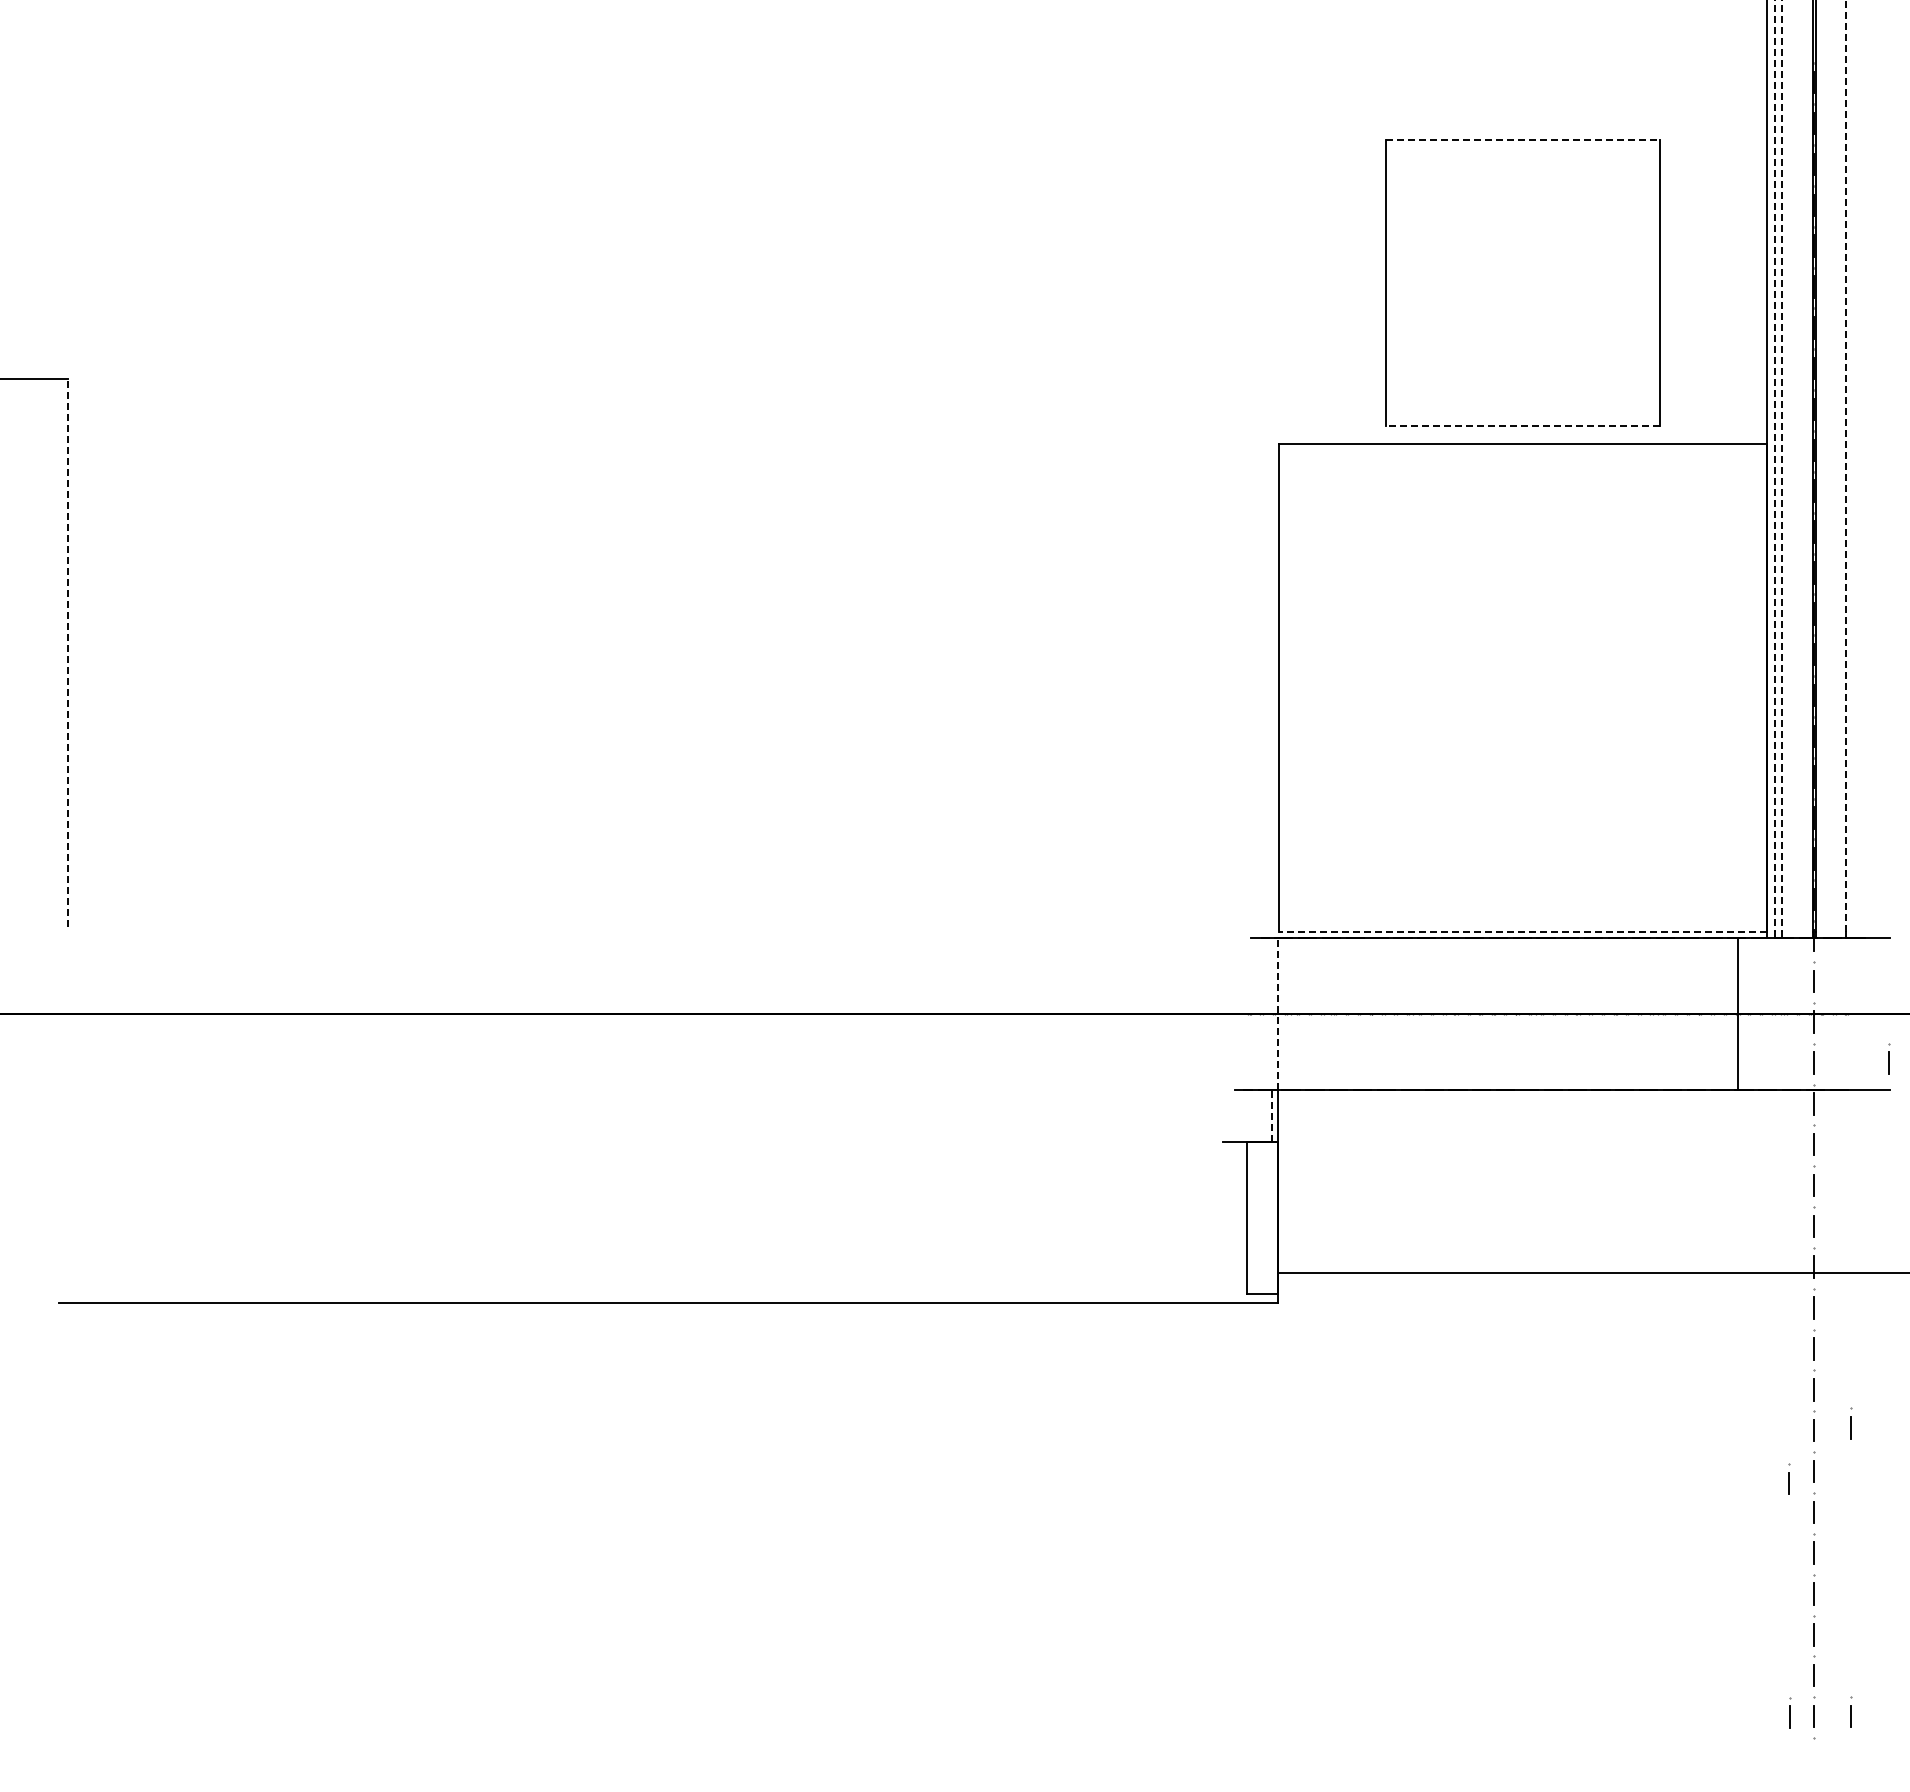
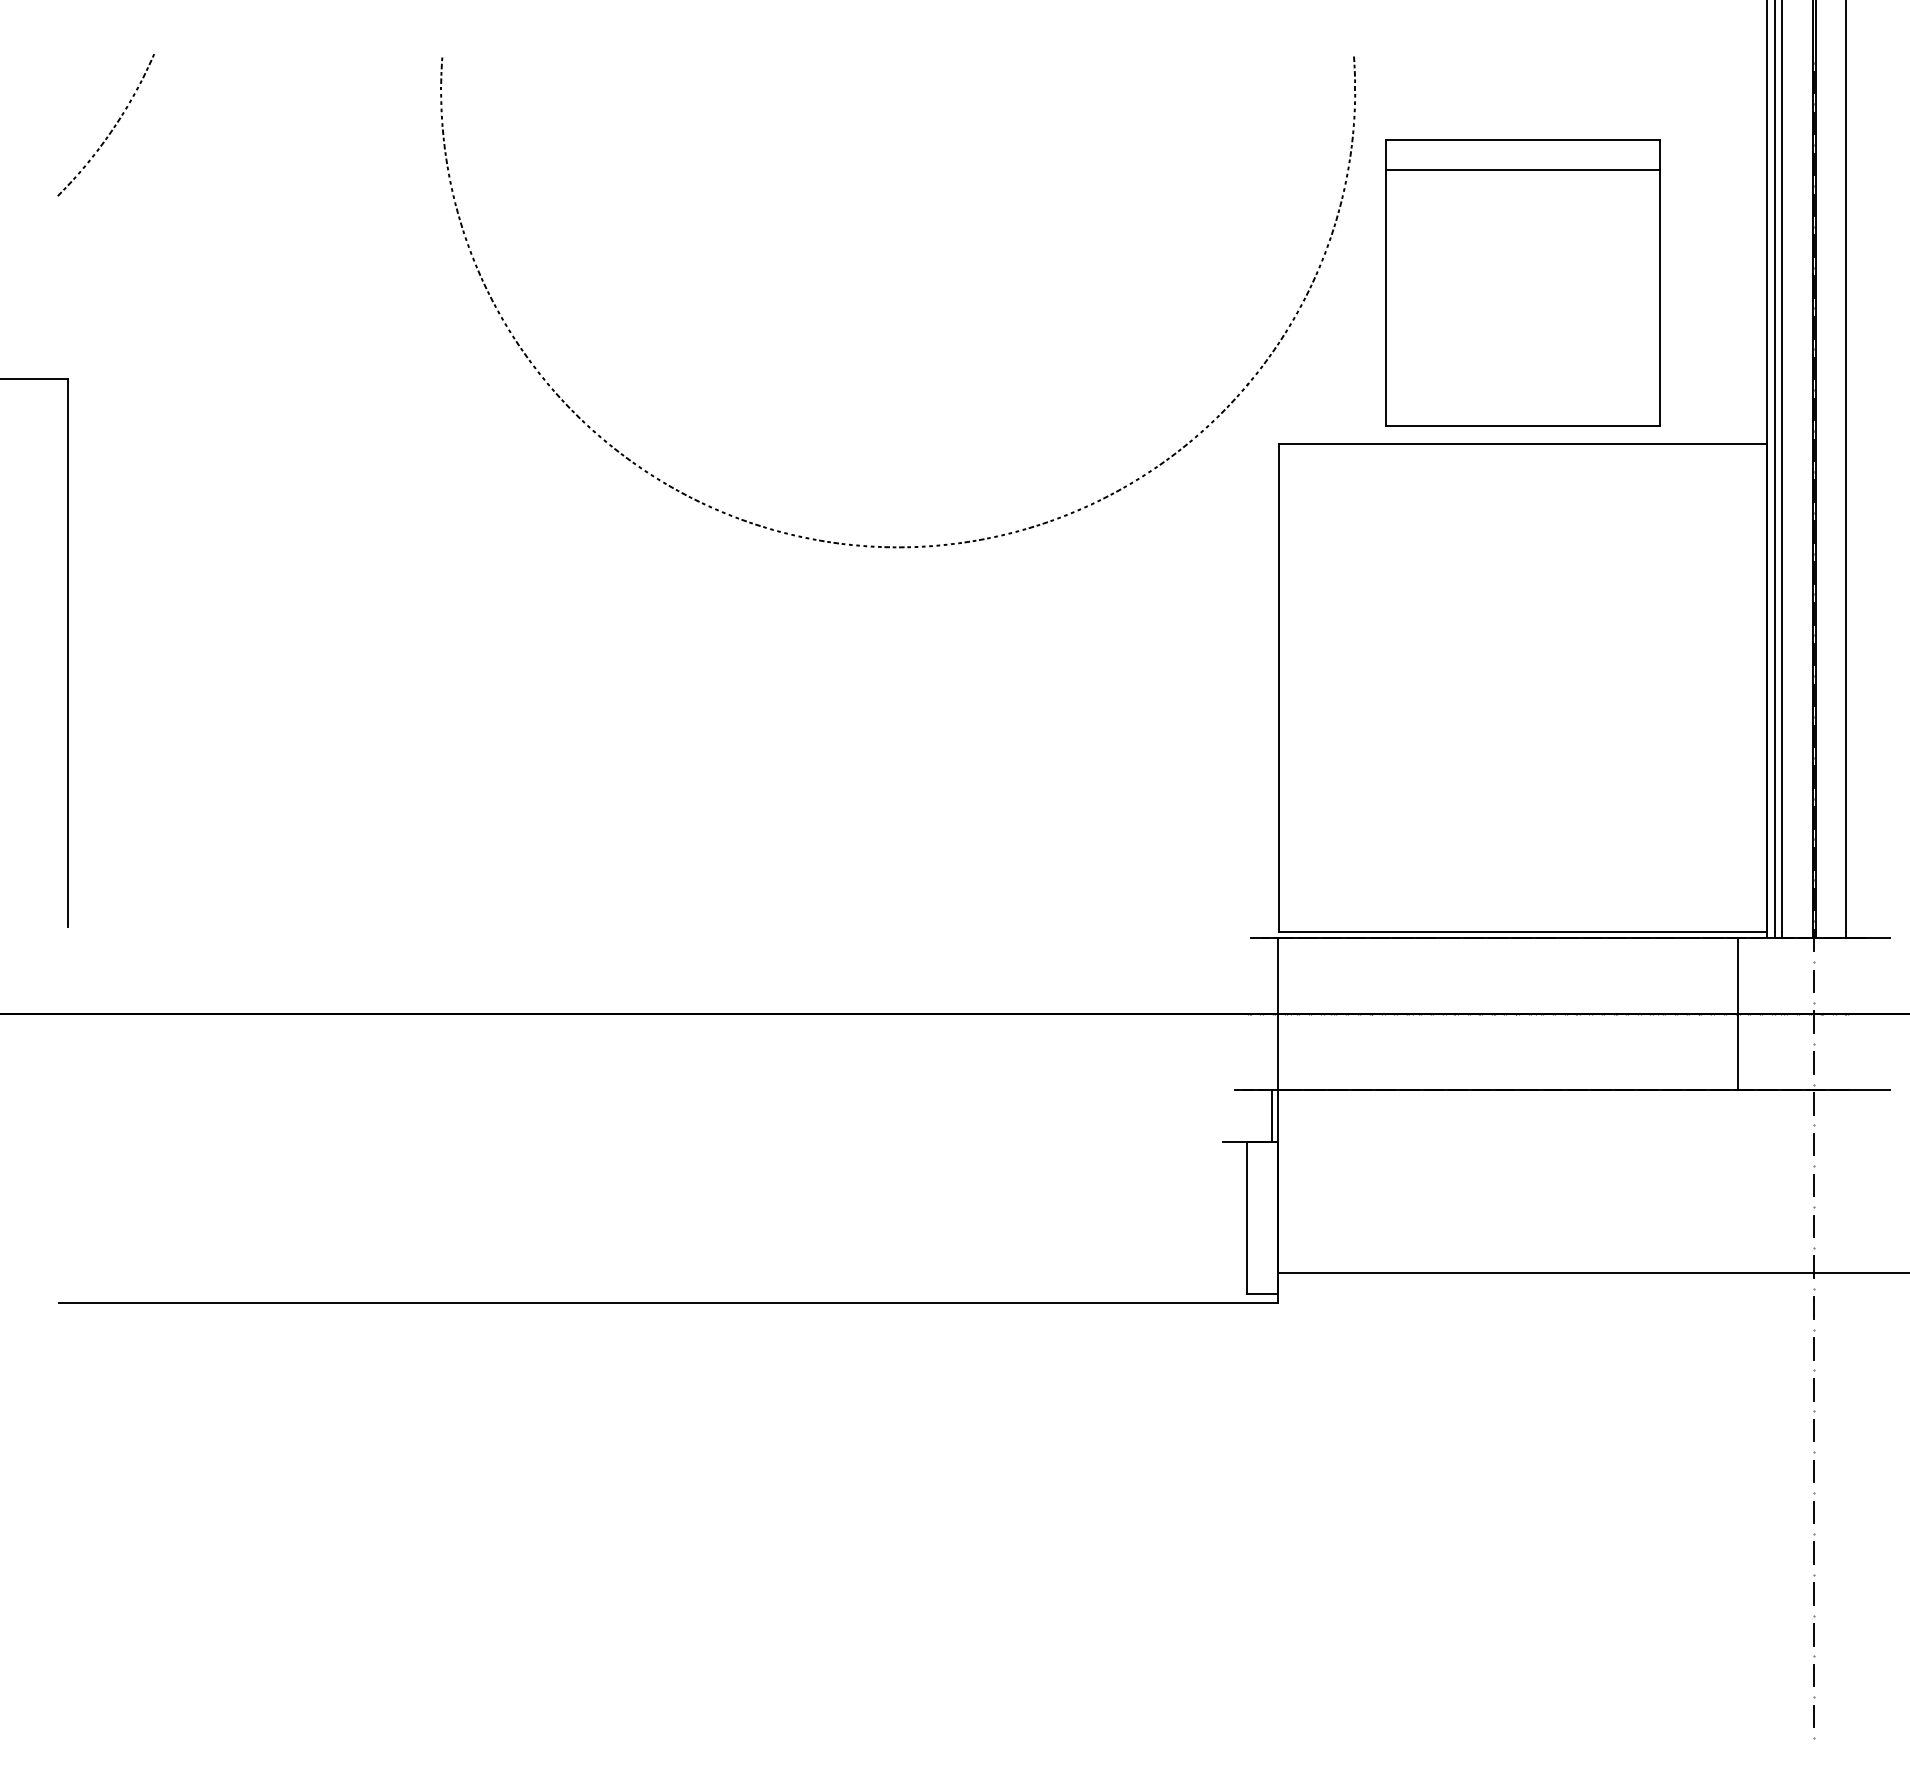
part at (111, 129): none -> present
line at (1523, 139): dashed -> solid
line at (1523, 169): none -> present
line at (1522, 425): dashed -> solid
line at (1774, 465): dashed -> solid
line at (1782, 465): dashed -> solid
line at (1846, 465): dashed -> solid
part at (899, 546): none -> present
line at (68, 652): dashed -> solid
line at (1523, 931): dashed -> solid
line at (1277, 1013): dashed -> solid
part at (1889, 1058): present -> none
line at (1271, 1116): dashed -> solid
part at (1851, 1423): present -> none
part at (1789, 1478): present -> none
part at (1851, 1711): present -> none
part at (1790, 1712): present -> none
